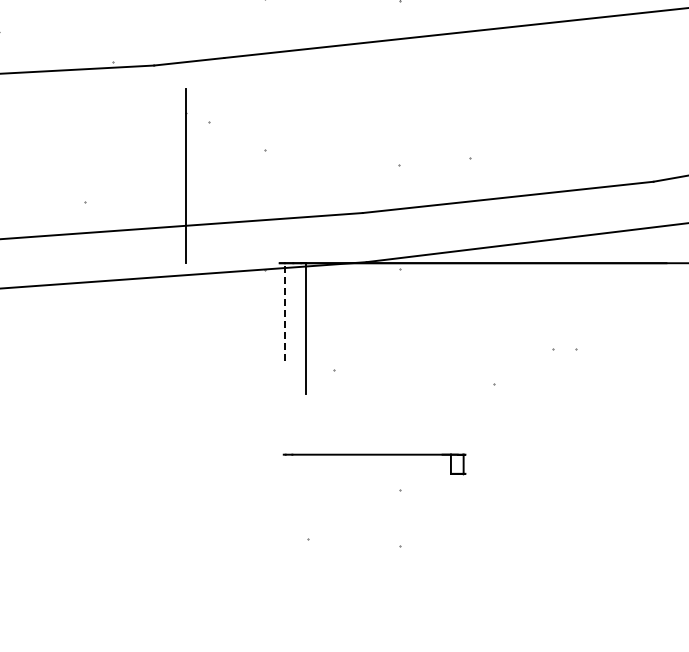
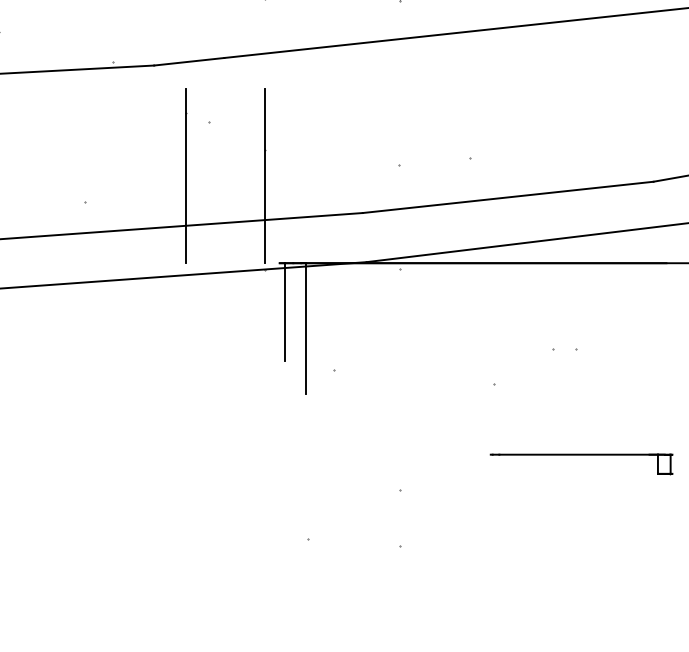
line at (264, 175): none -> present
line at (284, 312): dashed -> solid
part at (374, 455) position: (374, 455) -> (581, 455)
